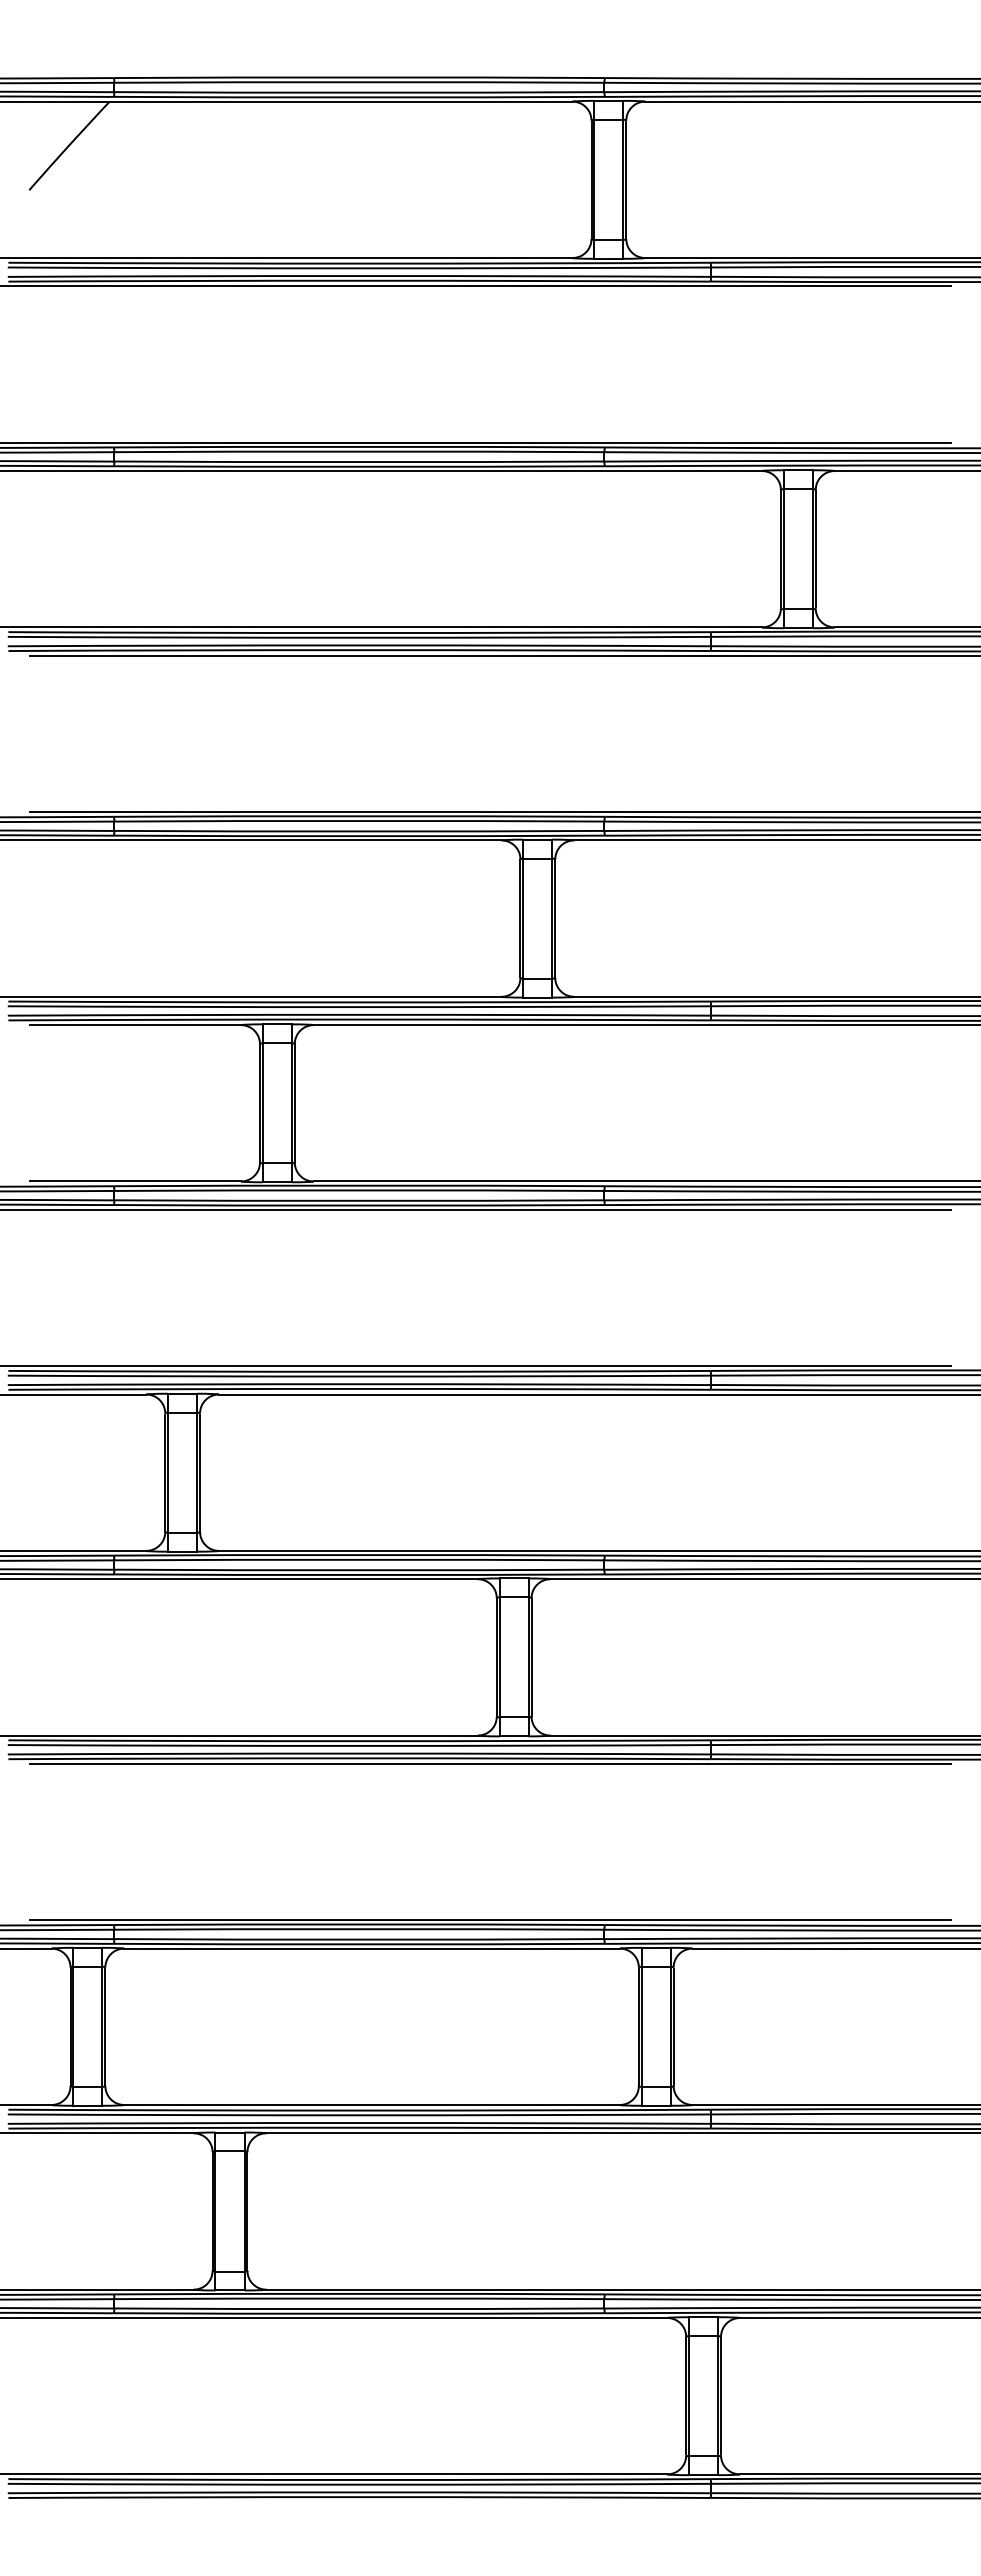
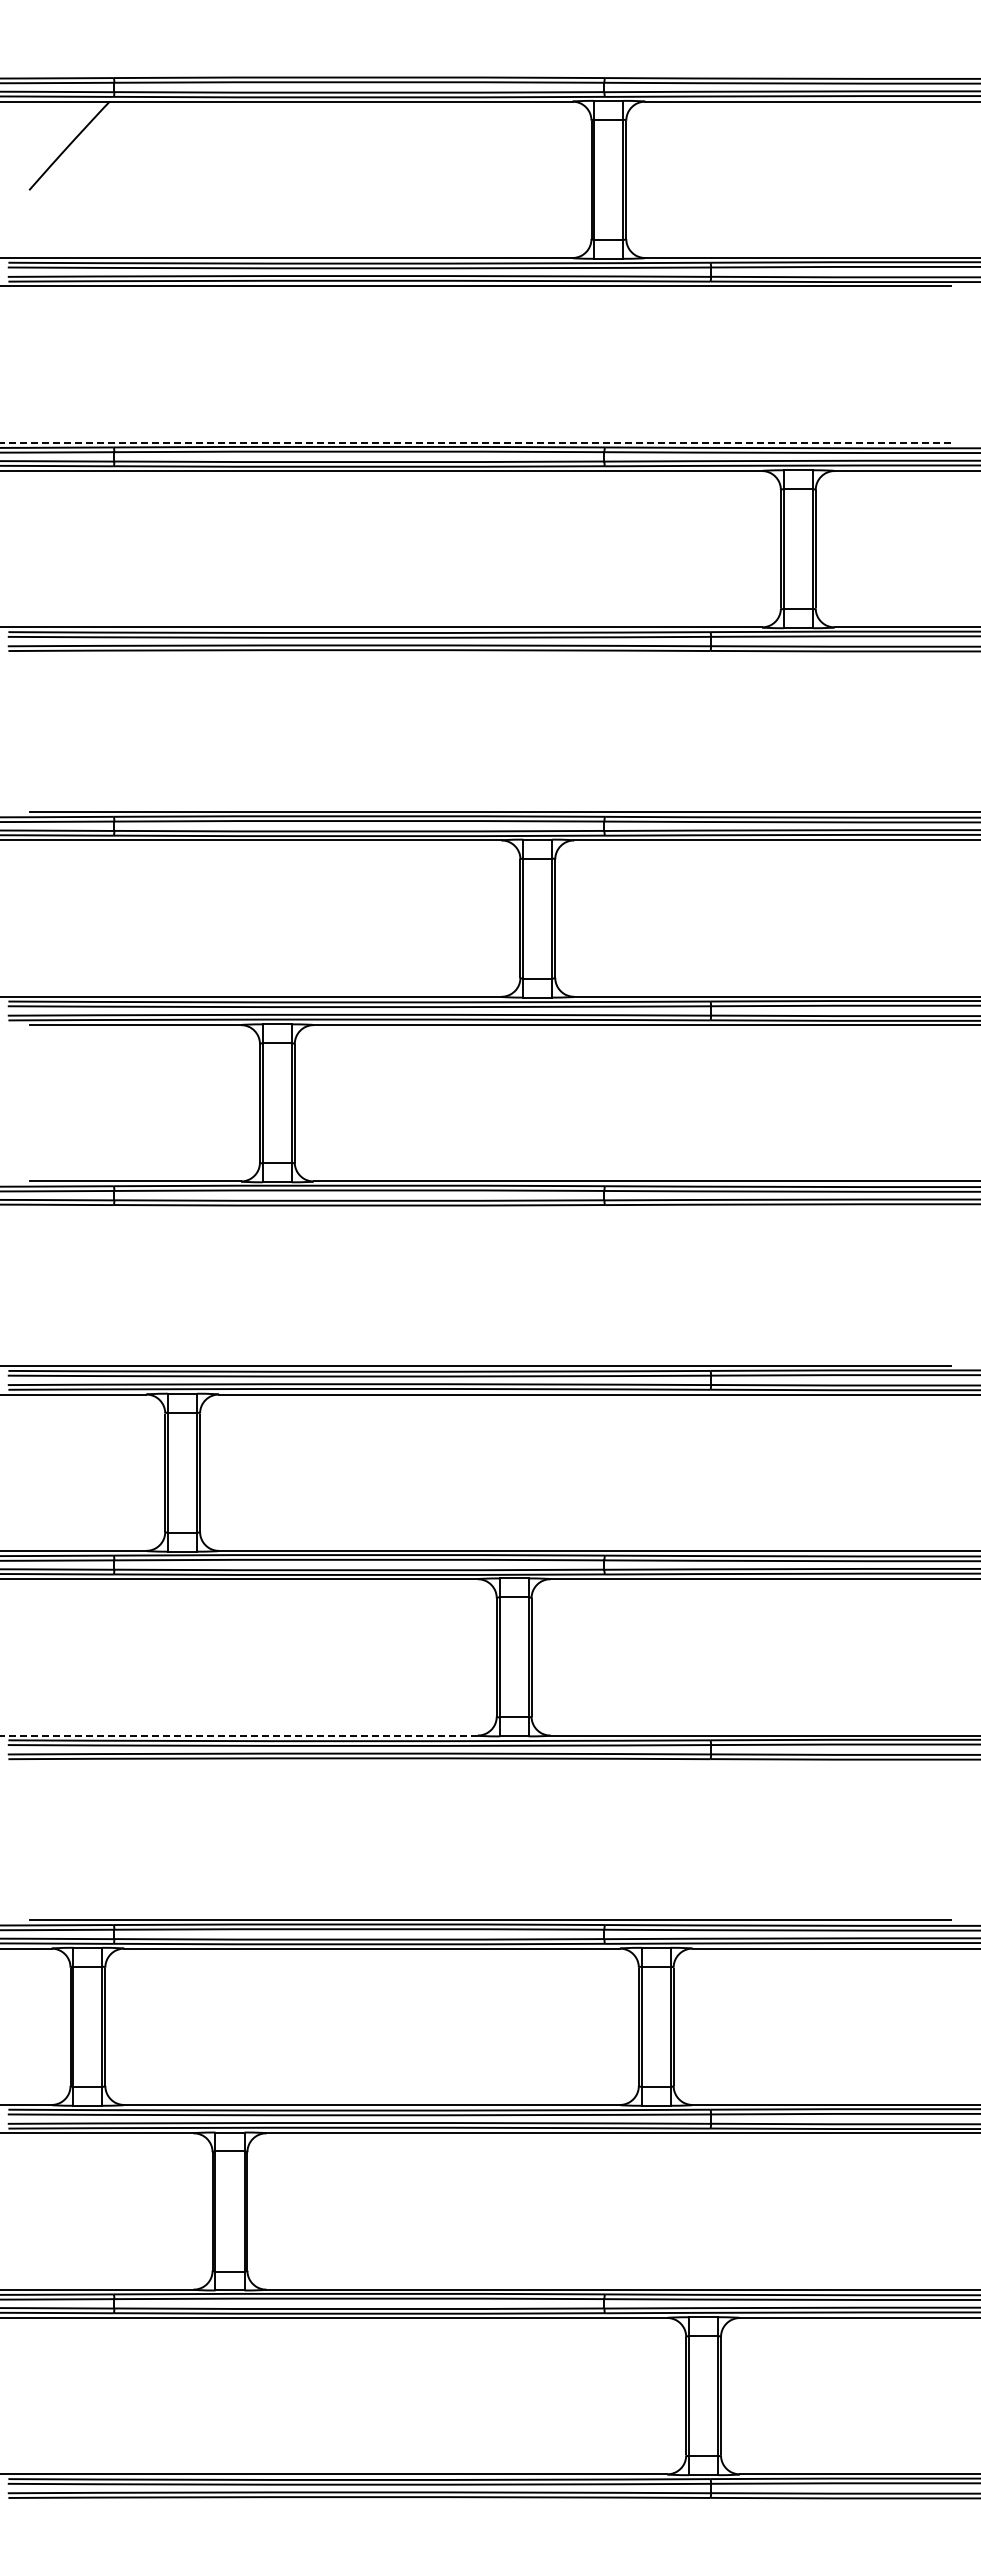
line at (475, 442): solid -> dashed
line at (503, 655): present -> none
line at (476, 1209): present -> none
line at (238, 1735): solid -> dashed
line at (490, 1763): present -> none
